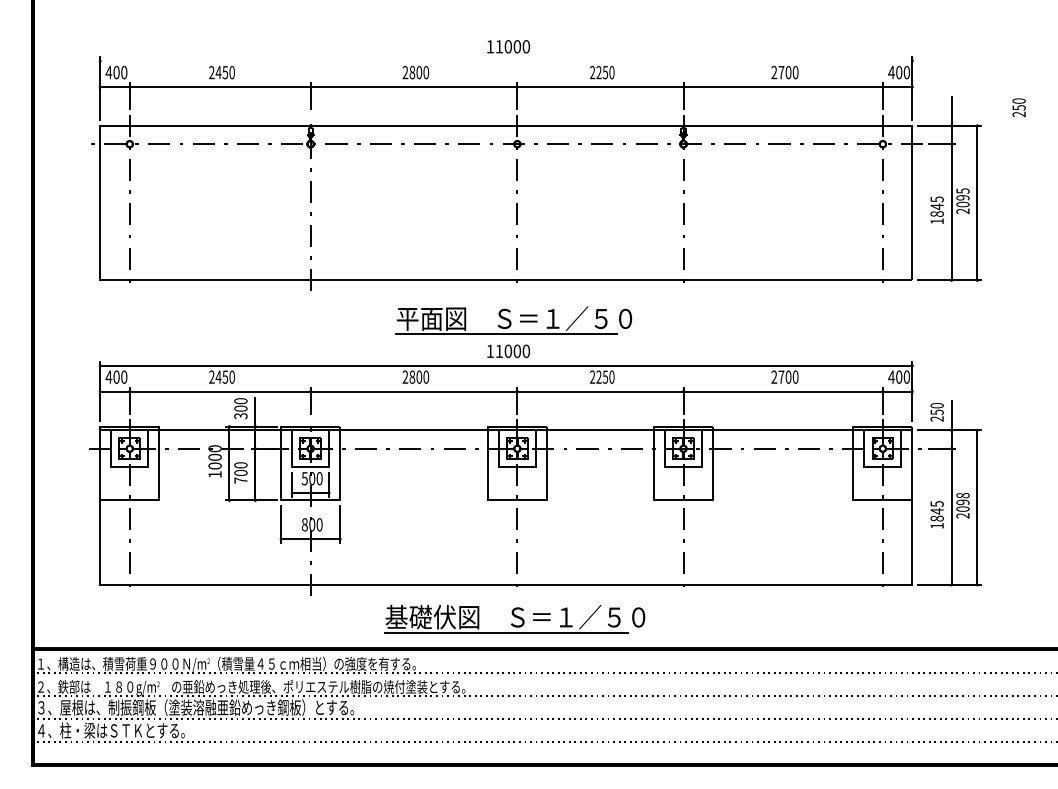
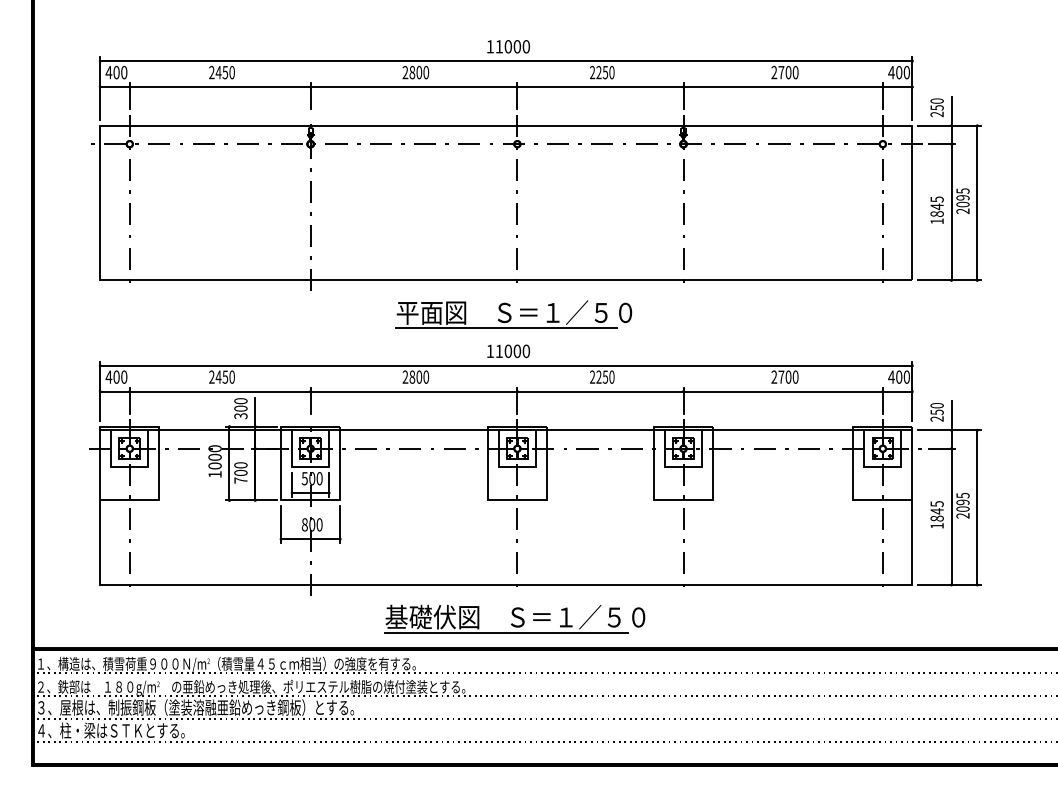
line at (506, 61): none -> present
text at (1018, 107) position: (1018, 107) -> (936, 107)
part at (513, 320) position: (513, 320) -> (513, 314)
text at (962, 495): 2098 -> 2095
